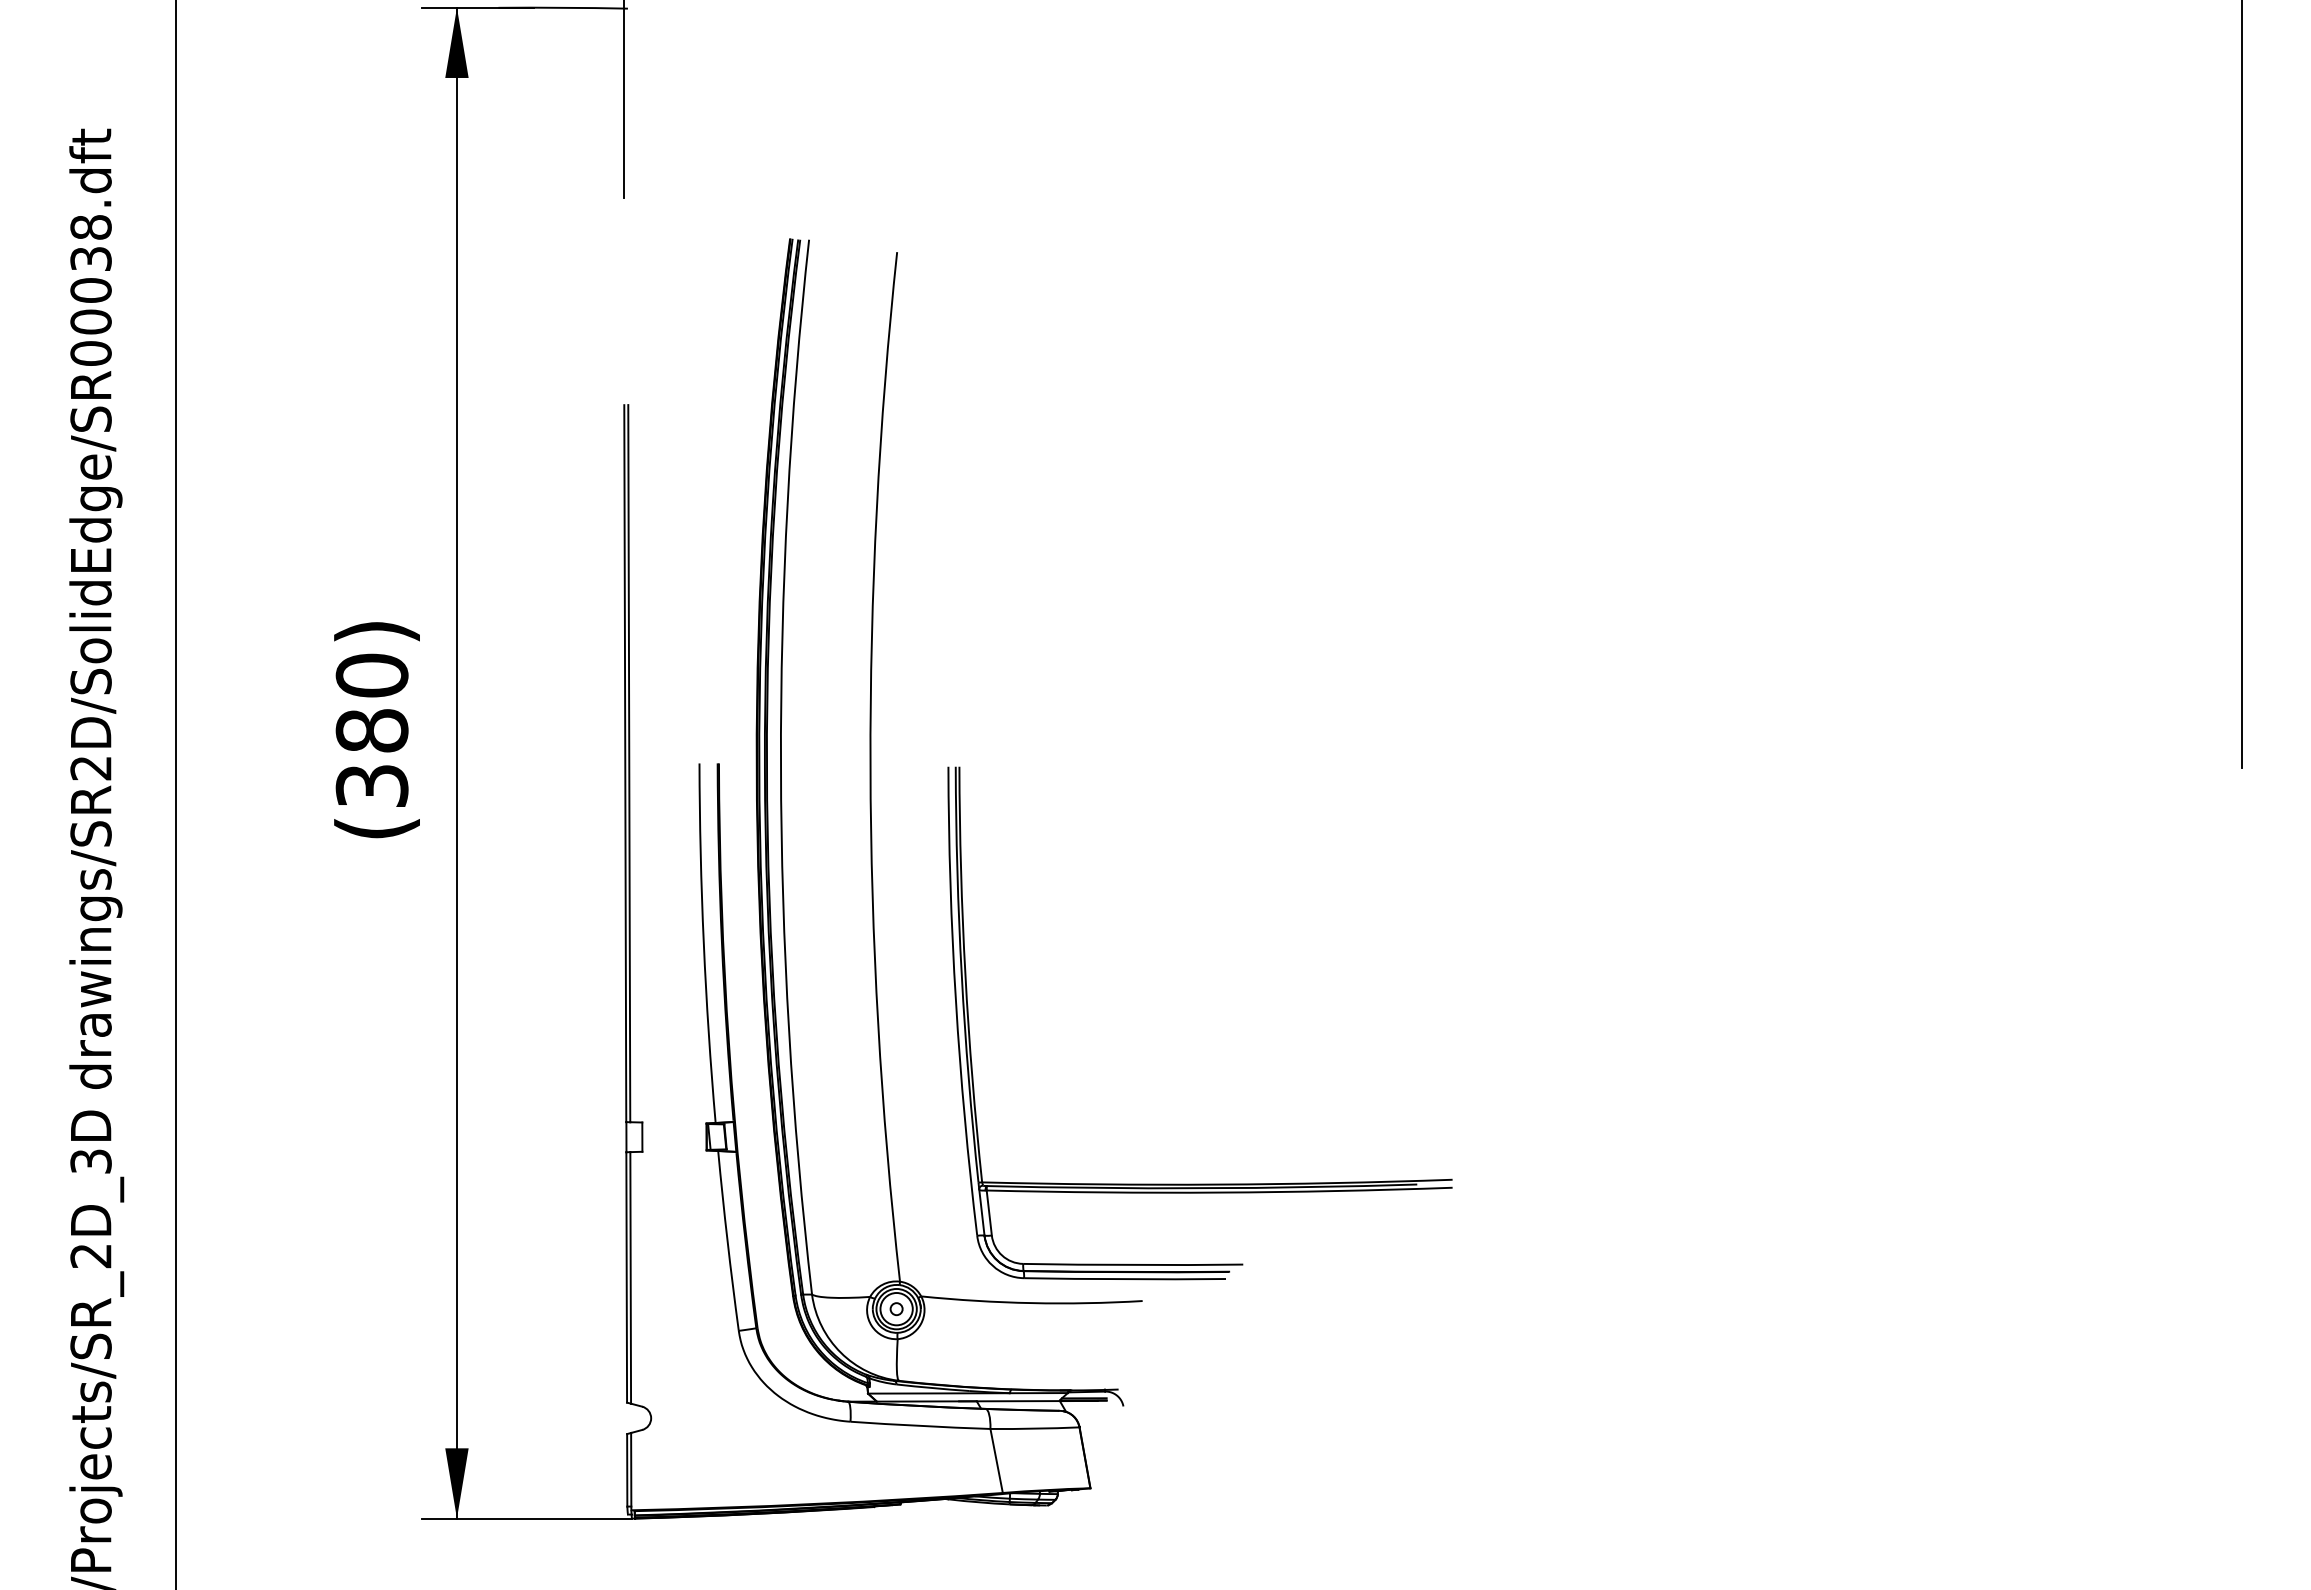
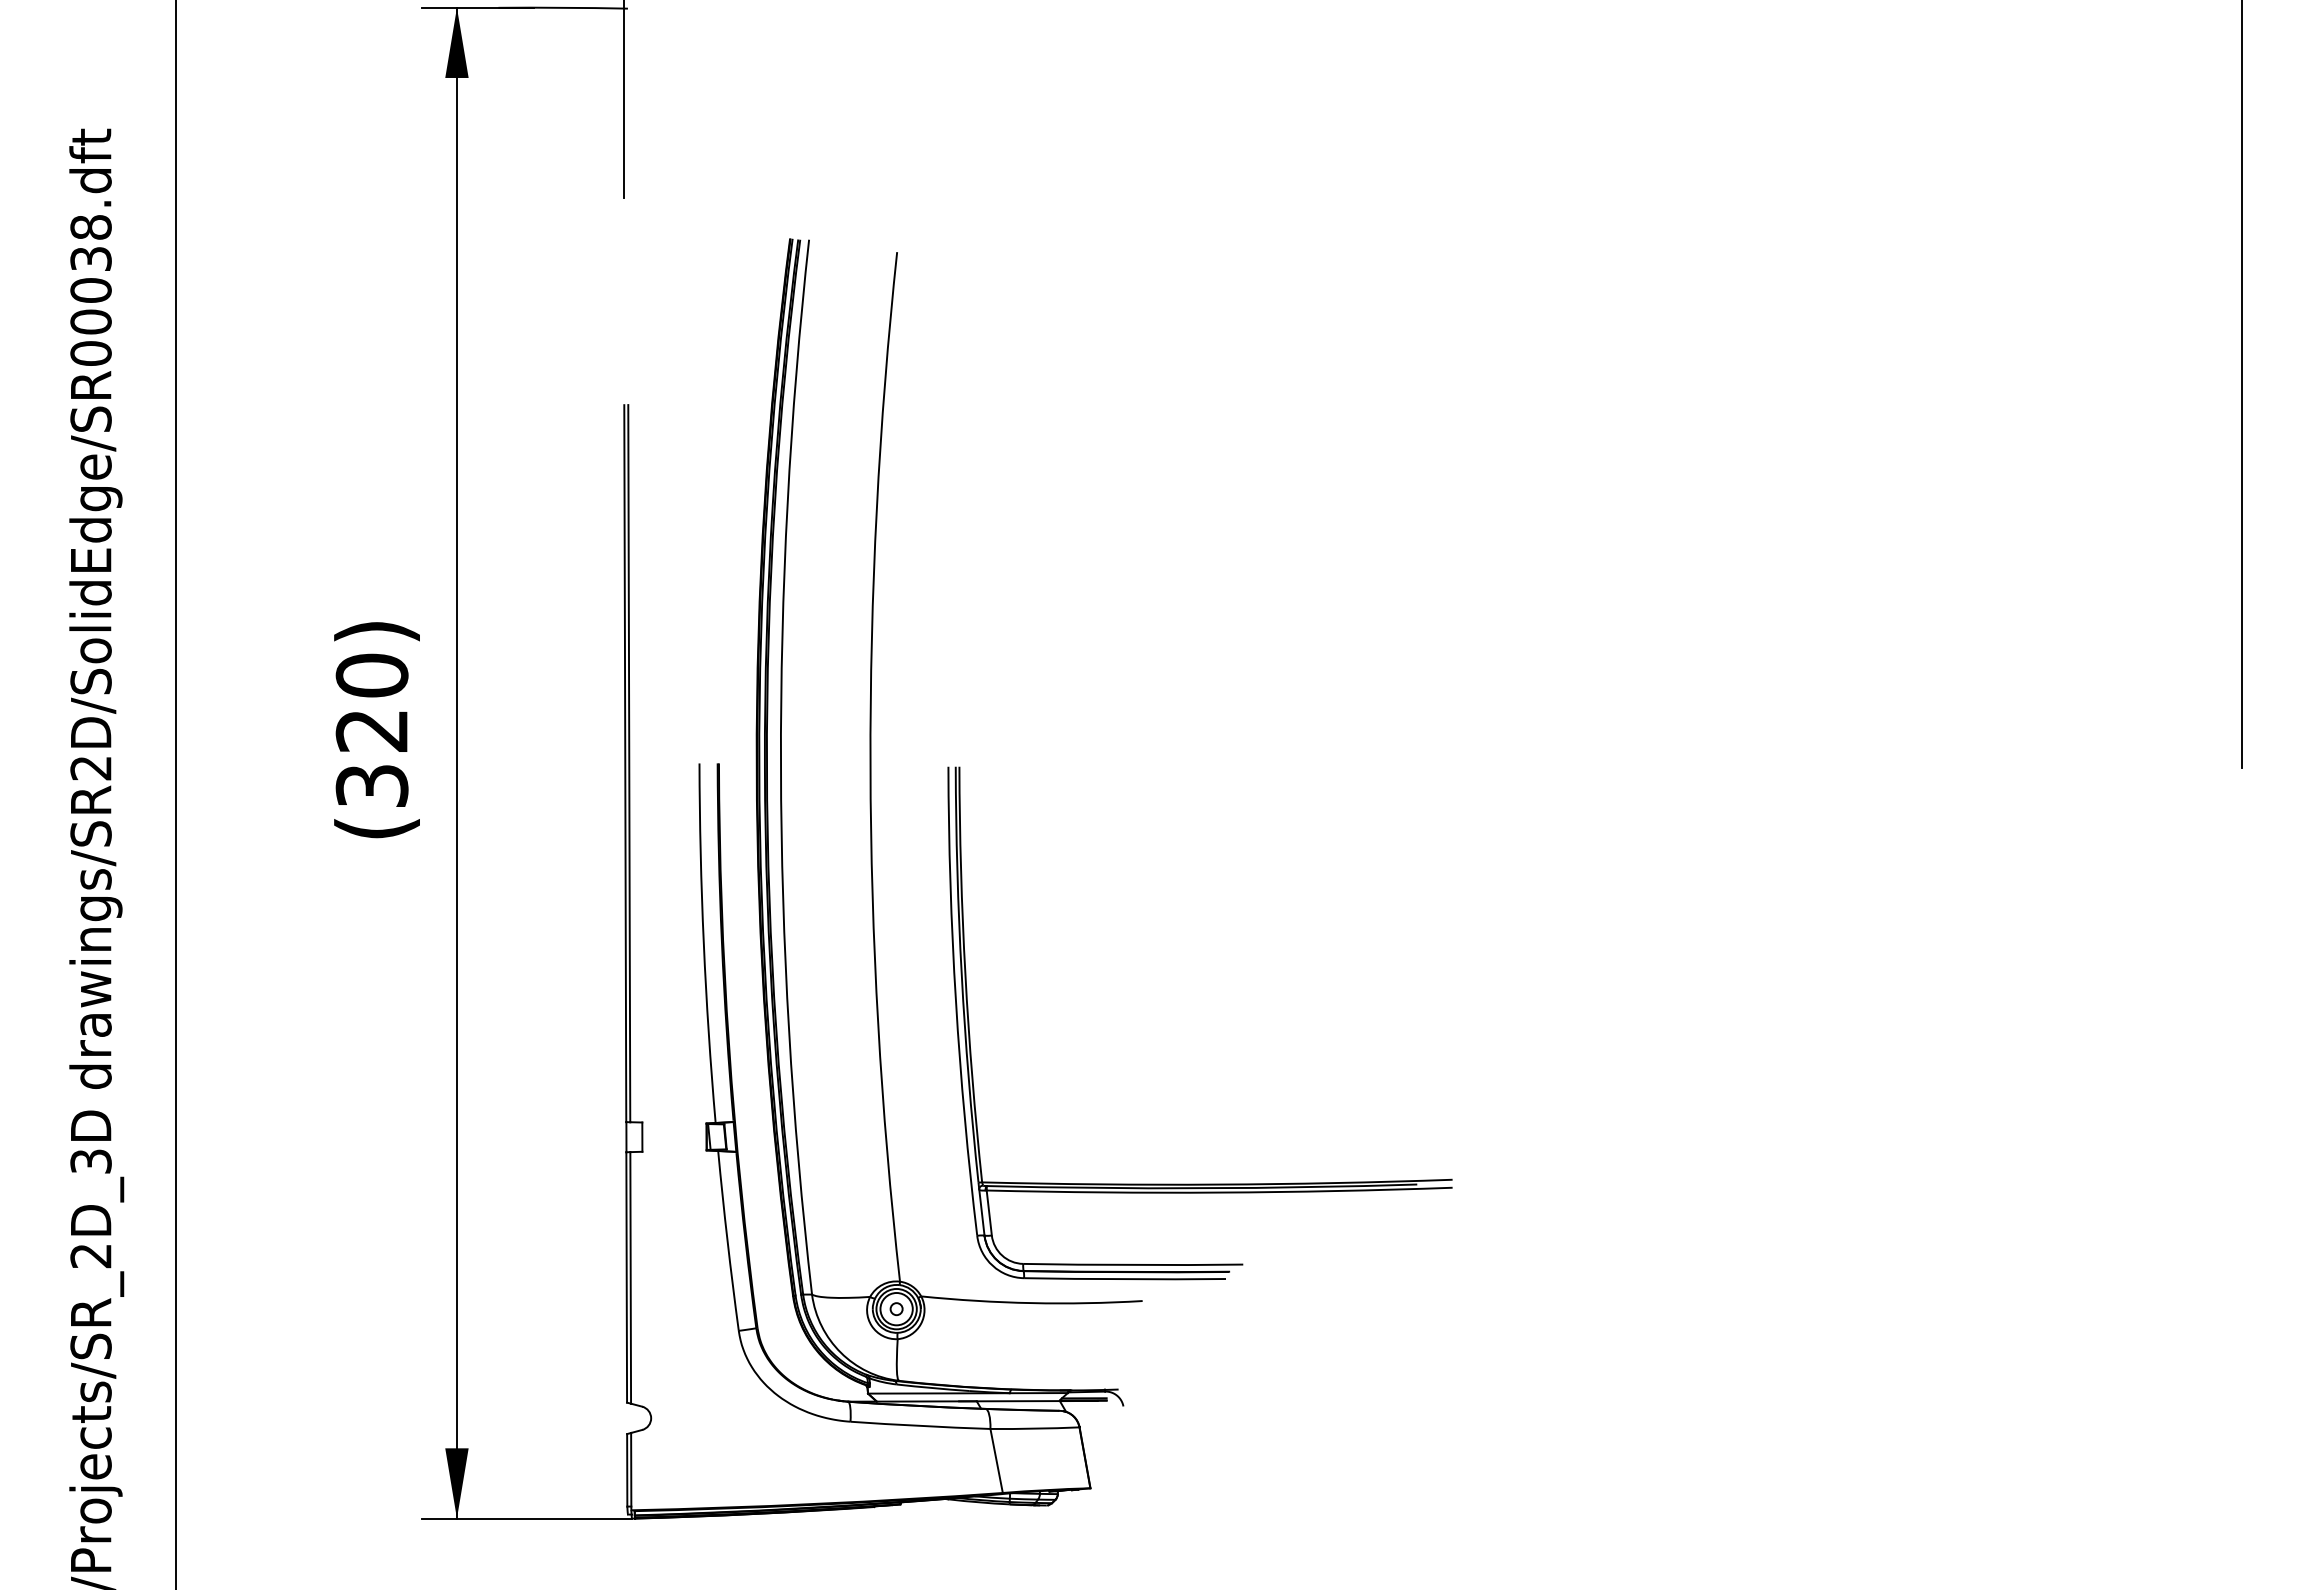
text at (371, 730): 380 -> 320
